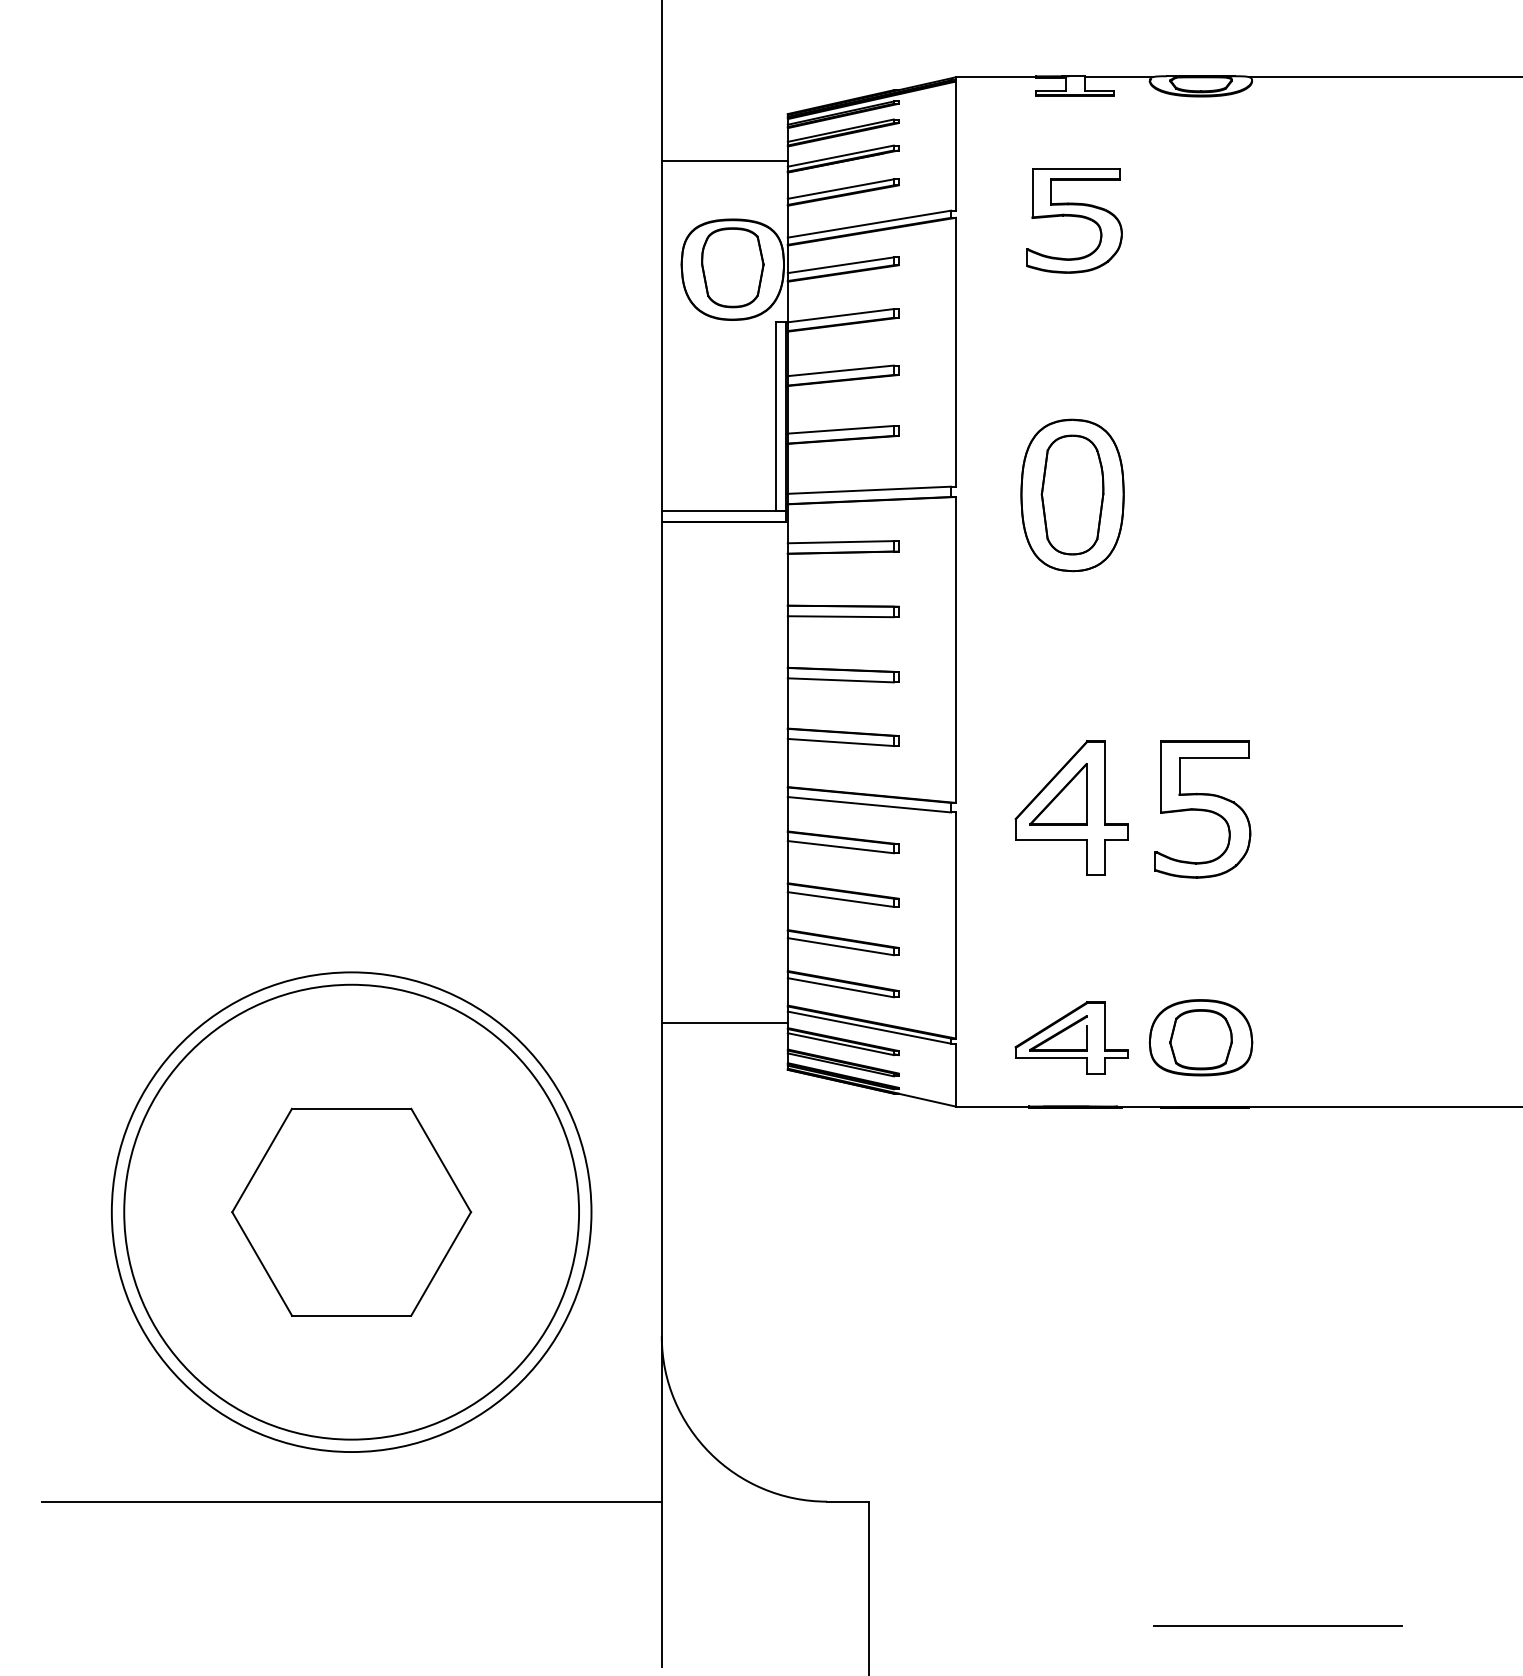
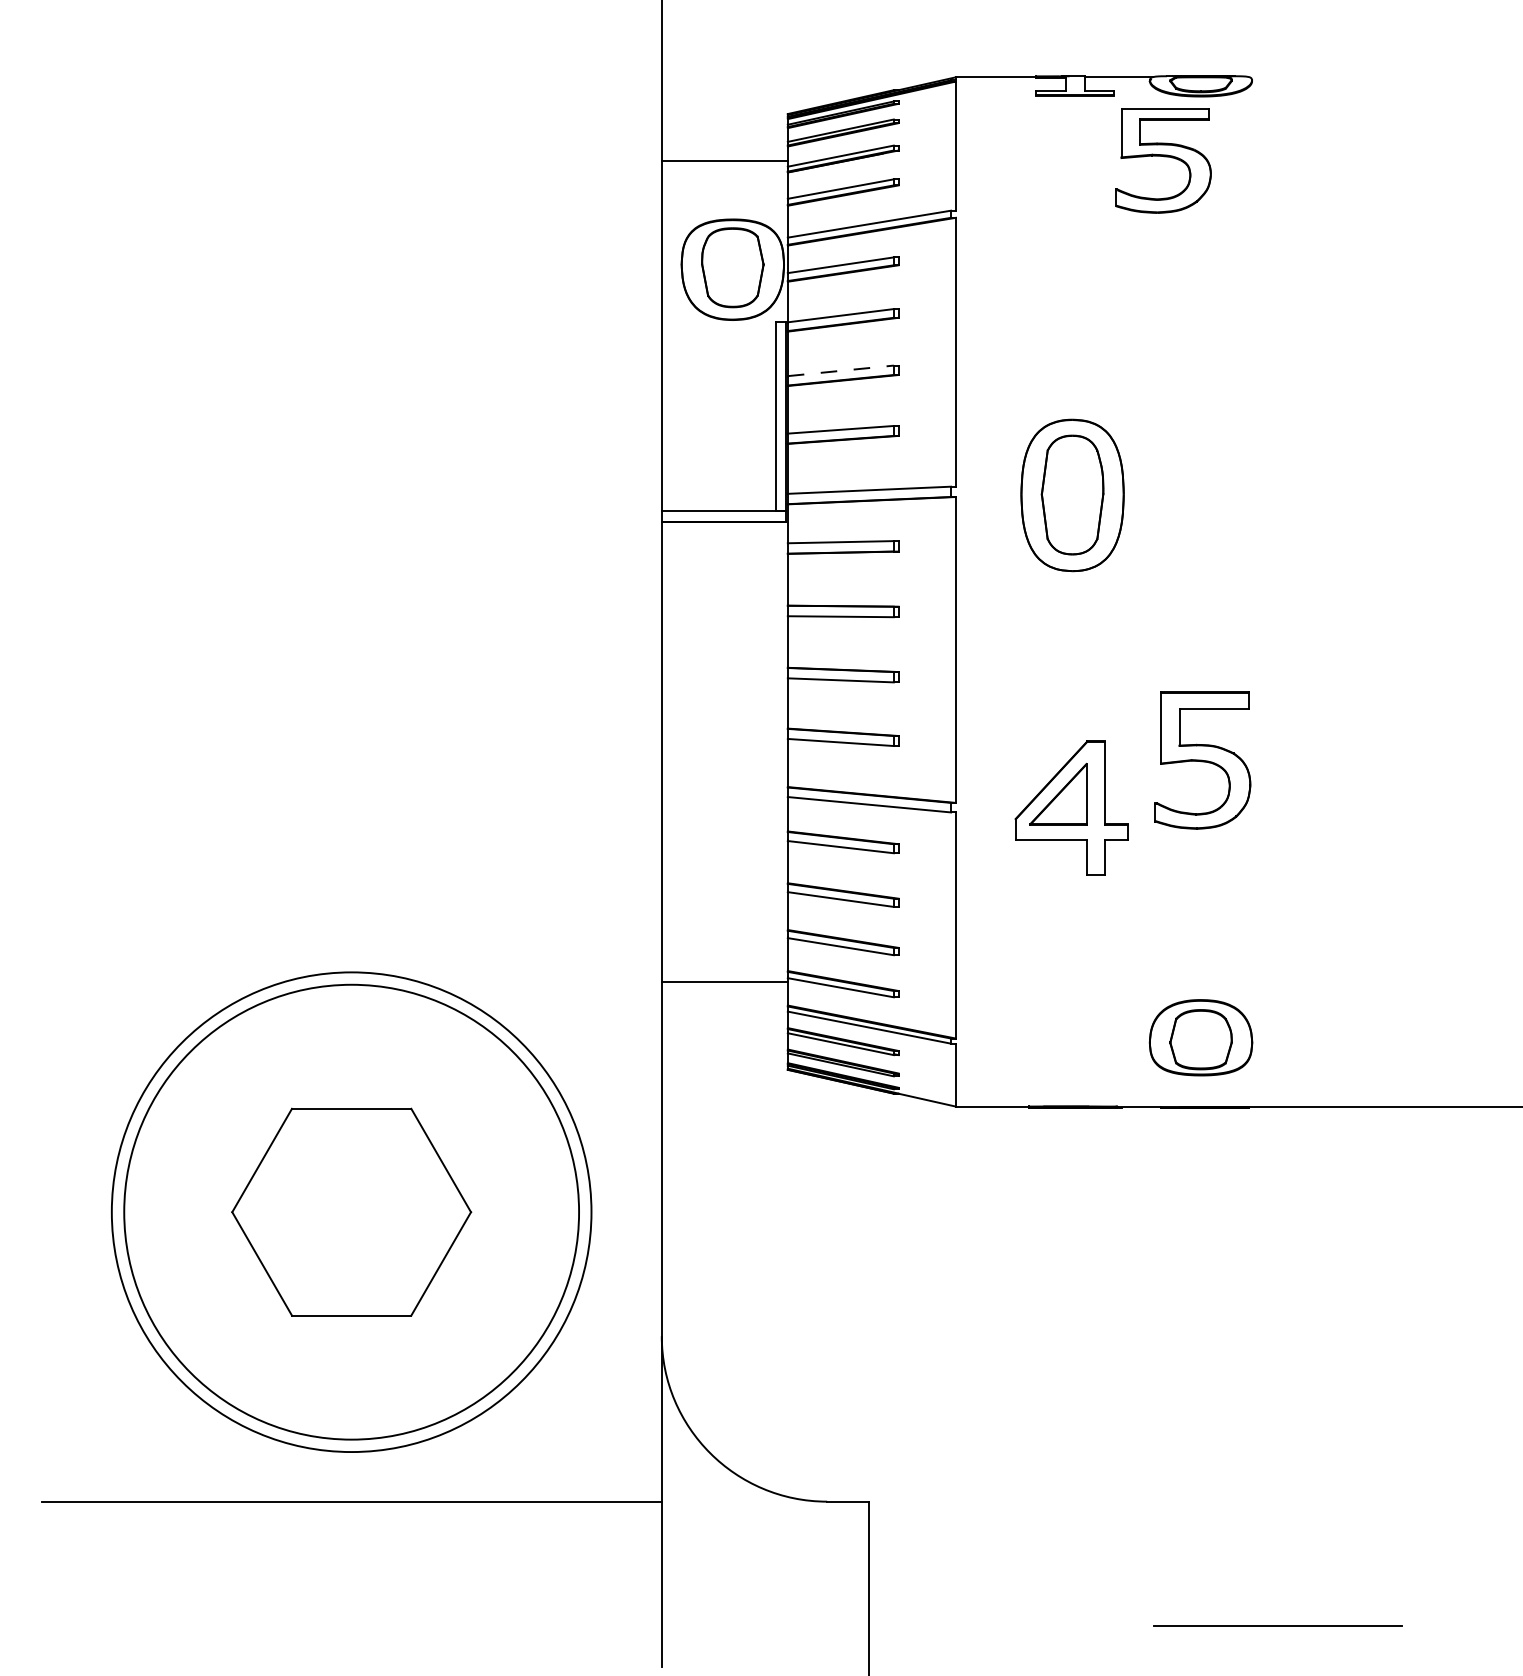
line at (1383, 77): present -> none
part at (1074, 220) position: (1074, 220) -> (1163, 160)
line at (841, 370): solid -> dashed
part at (1202, 809) position: (1202, 809) -> (1202, 760)
line at (724, 1022) position: (724, 1022) -> (724, 981)
part at (1071, 1037): present -> none
